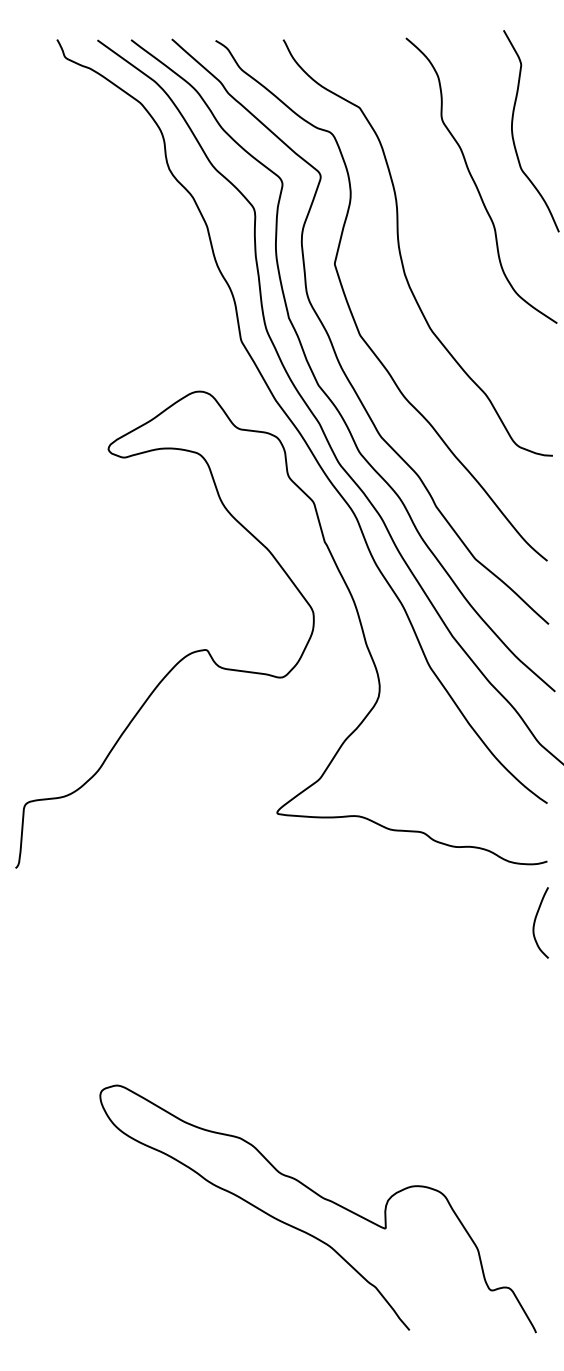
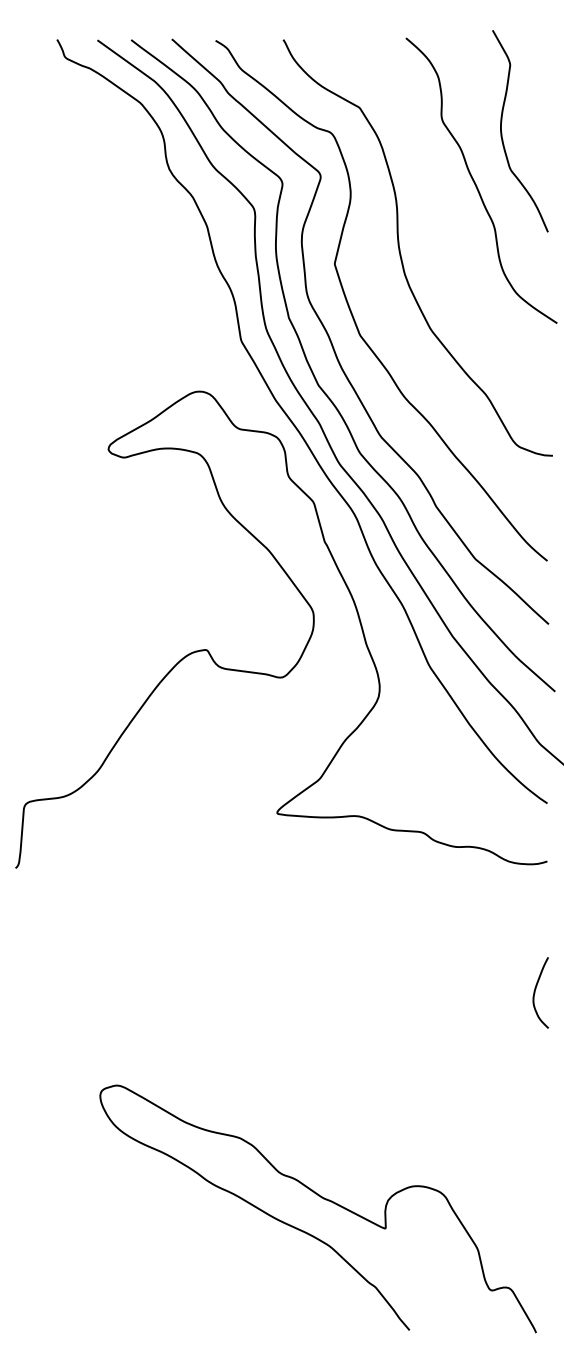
curve at (513, 132) position: (513, 132) -> (502, 132)
curve at (536, 919) position: (536, 919) -> (536, 989)
